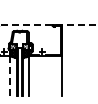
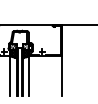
line at (49, 25): dashed -> solid
line at (10, 76): dashed -> solid
